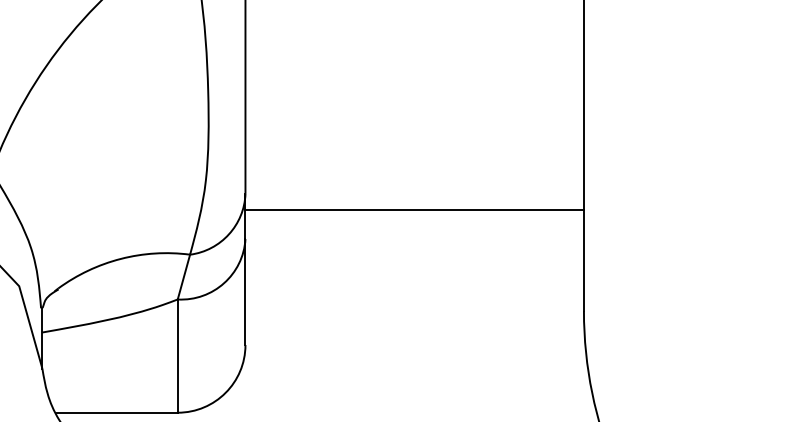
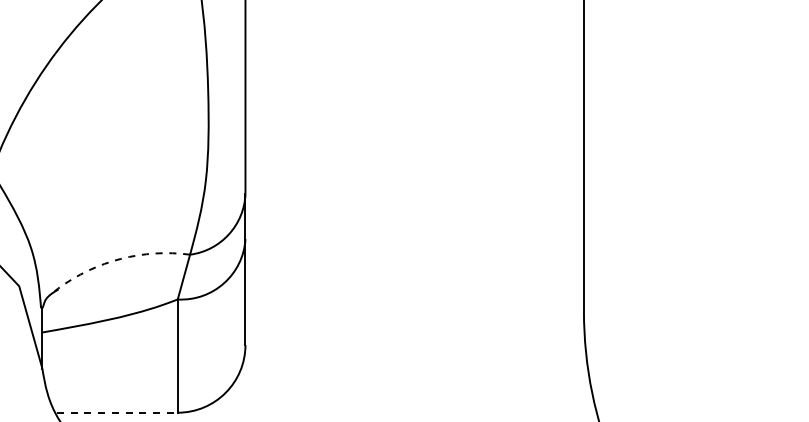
line at (414, 209): present -> none
arc at (120, 258): solid -> dashed
line at (117, 412): solid -> dashed
